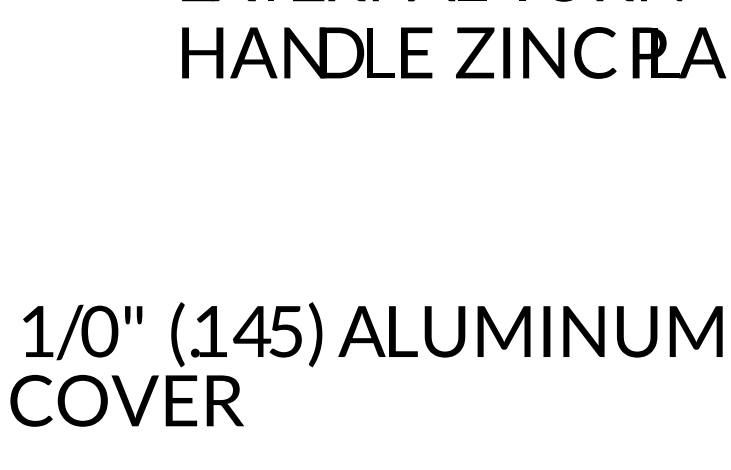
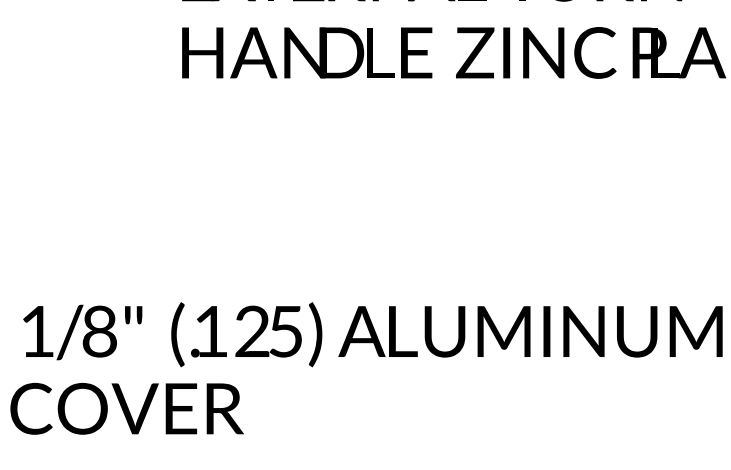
text at (252, 330): 14 -> 12
text at (99, 331): 0" -> 8"
text at (126, 400) position: (126, 400) -> (126, 408)
